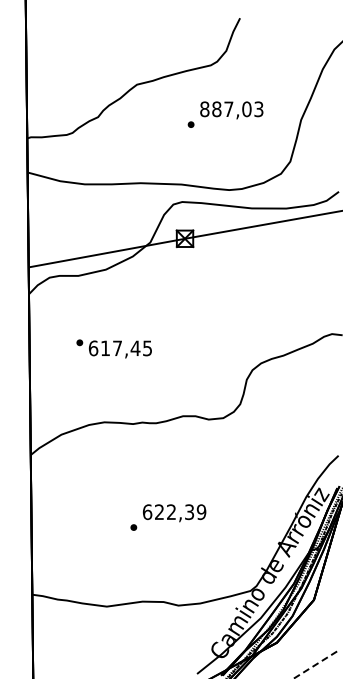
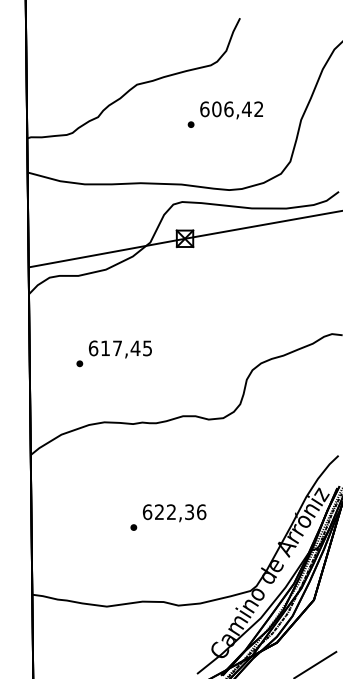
text at (231, 109): 887,03 -> 606,42
part at (79, 342) position: (79, 342) -> (79, 363)
text at (201, 512): 622,39 -> 622,36
line at (315, 665): dashed -> solid
